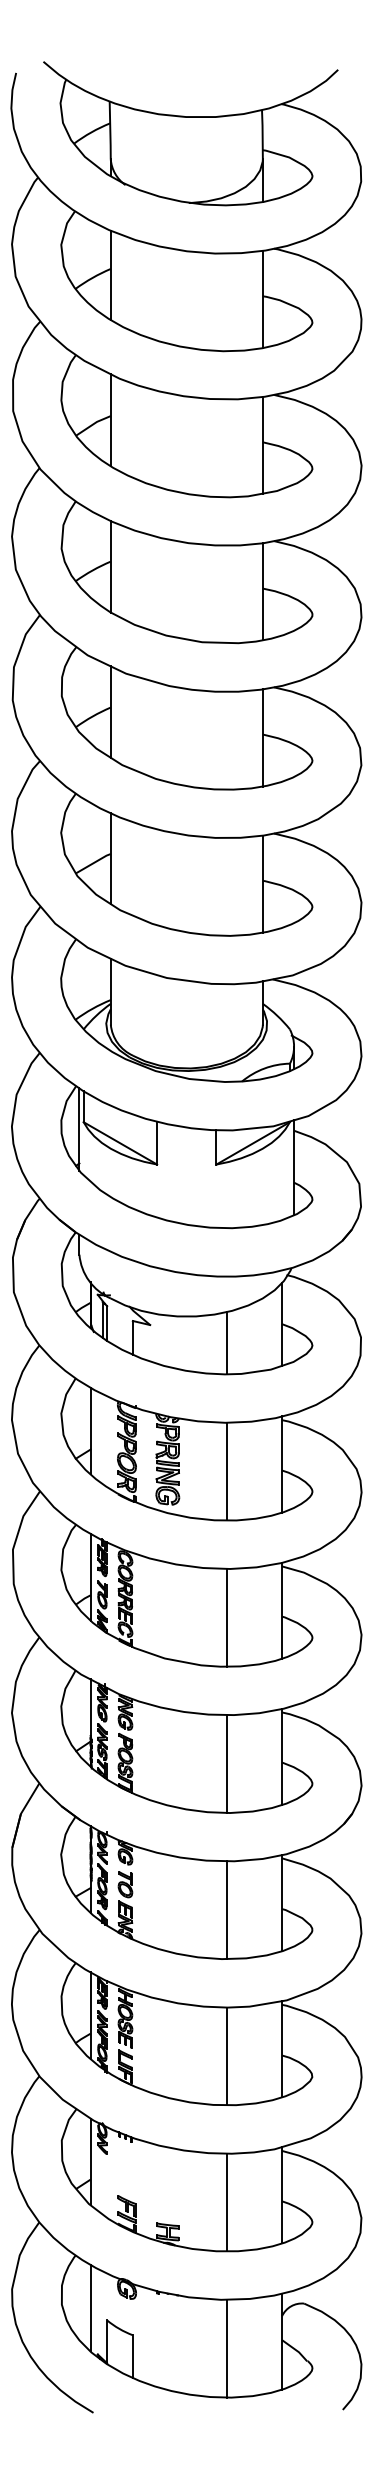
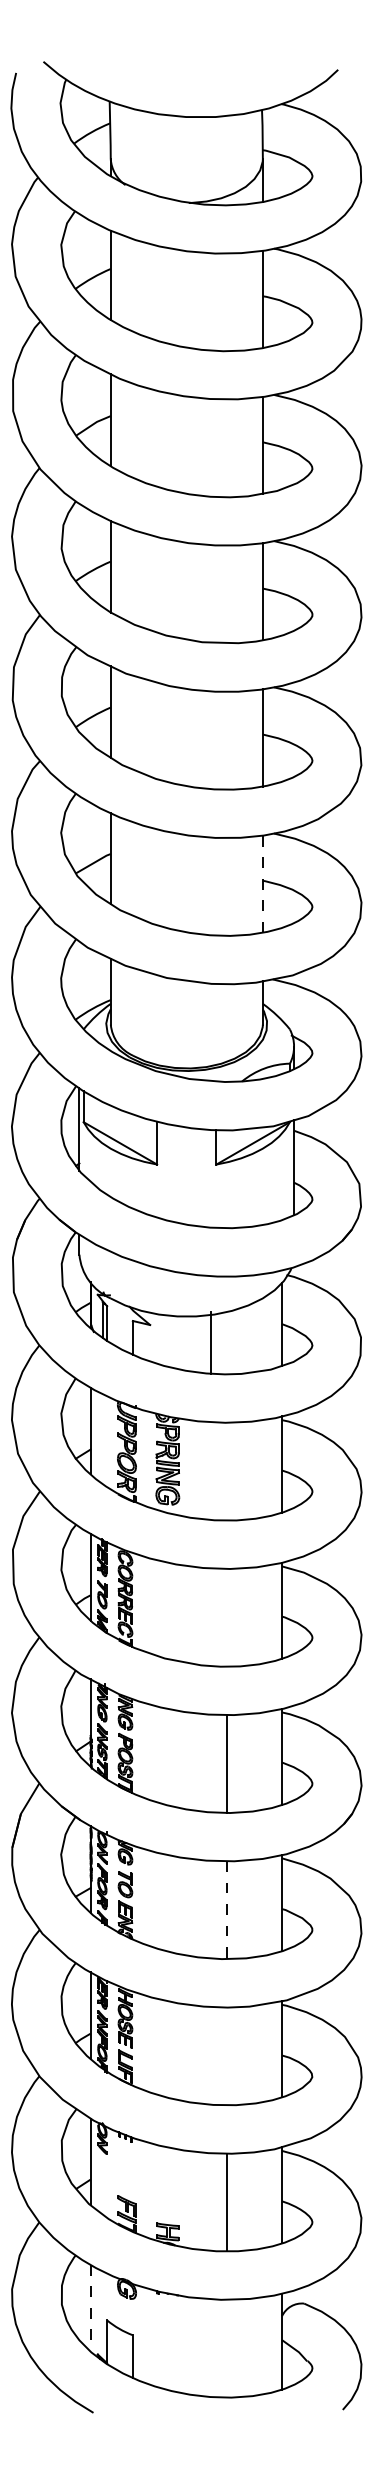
line at (262, 883): solid -> dashed
line at (227, 1343) position: (227, 1343) -> (211, 1343)
line at (227, 1471): present -> none
line at (227, 1617): present -> none
line at (227, 1910): solid -> dashed
line at (227, 2056): present -> none
line at (90, 2308): solid -> dashed
line at (227, 2348): present -> none
